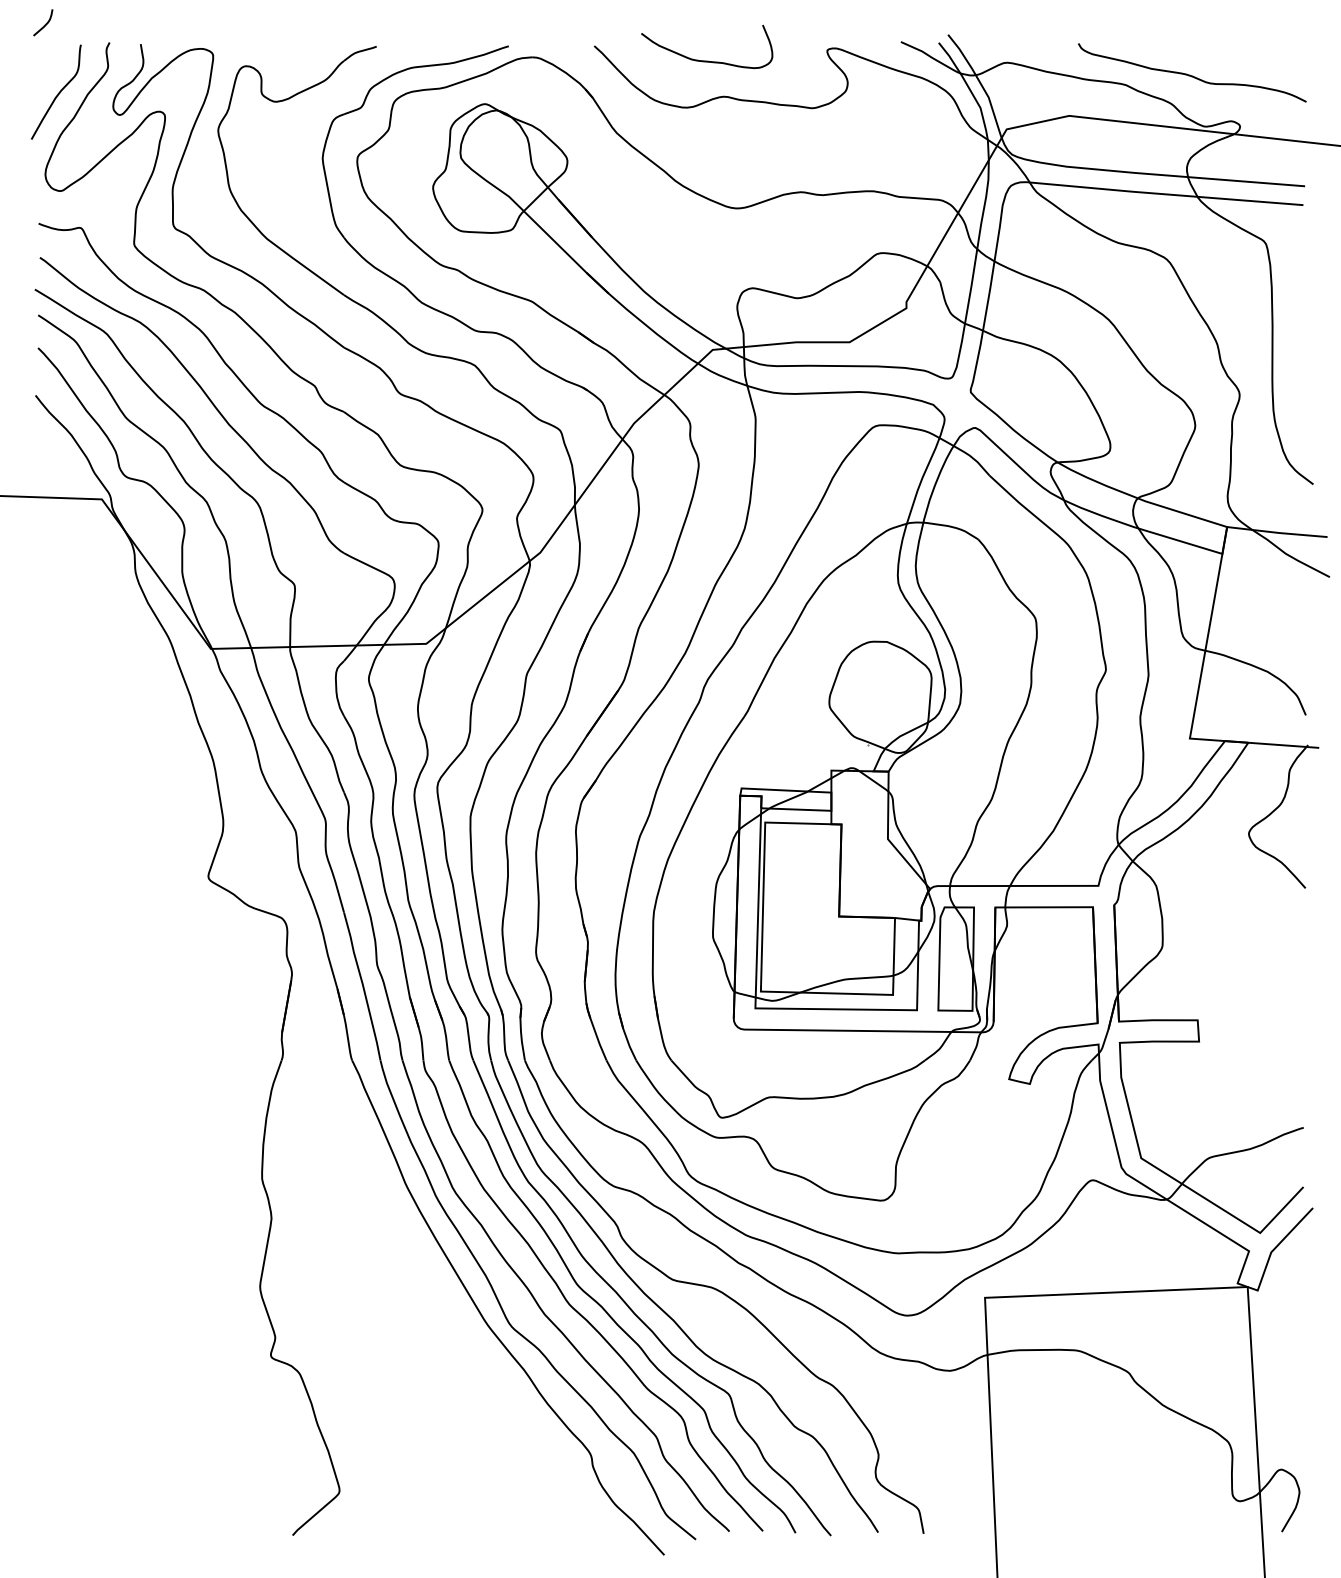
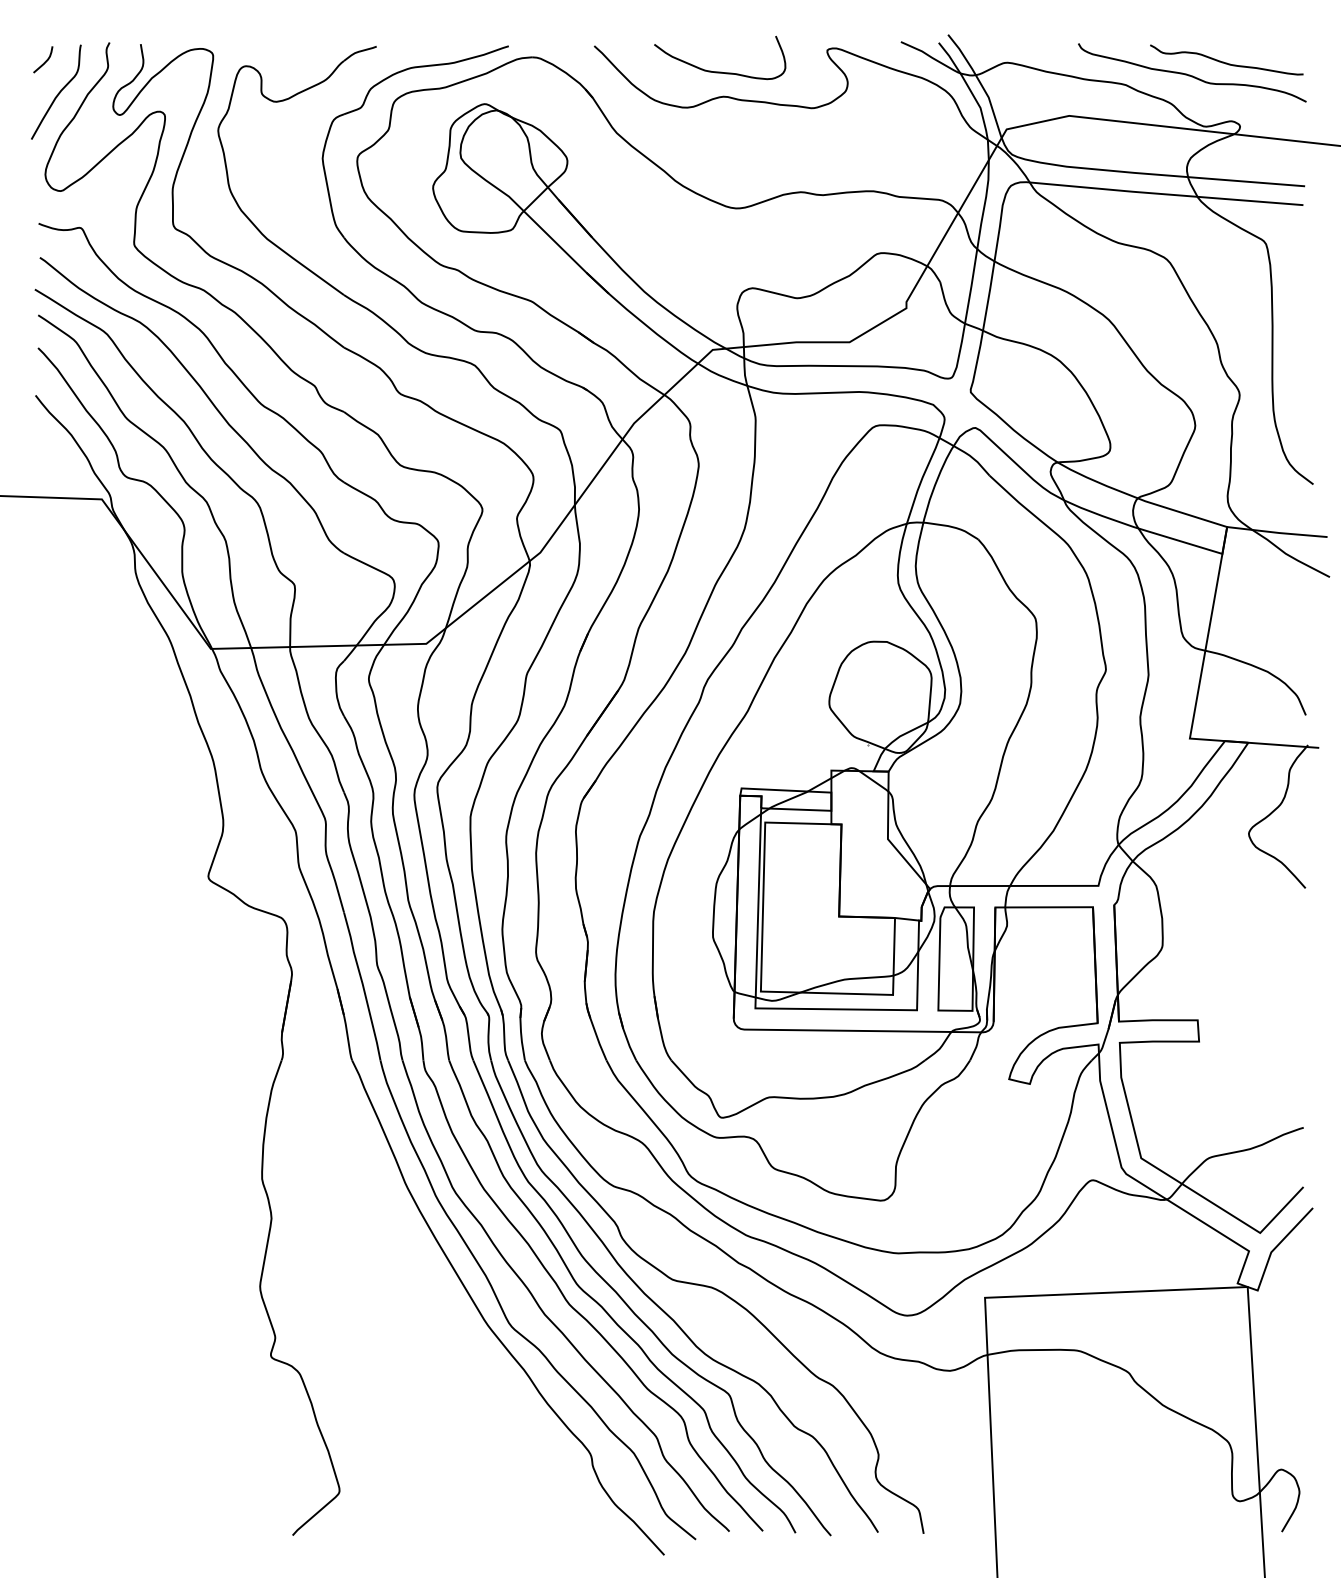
curve at (45, 23) position: (45, 23) -> (45, 60)
curve at (707, 60) position: (707, 60) -> (720, 71)
curve at (1226, 62): none -> present
